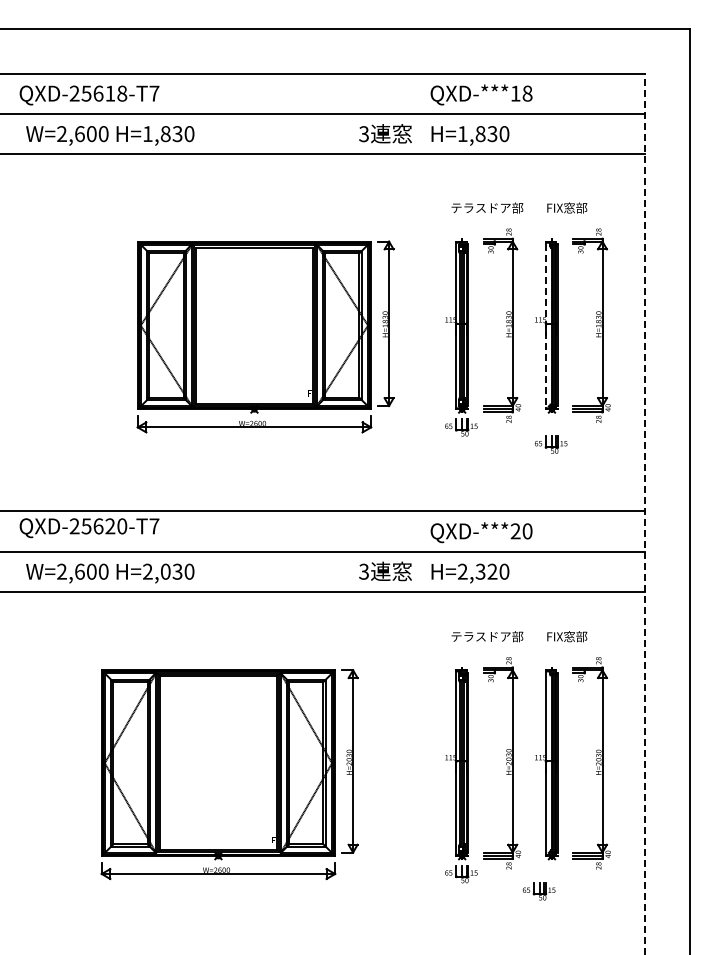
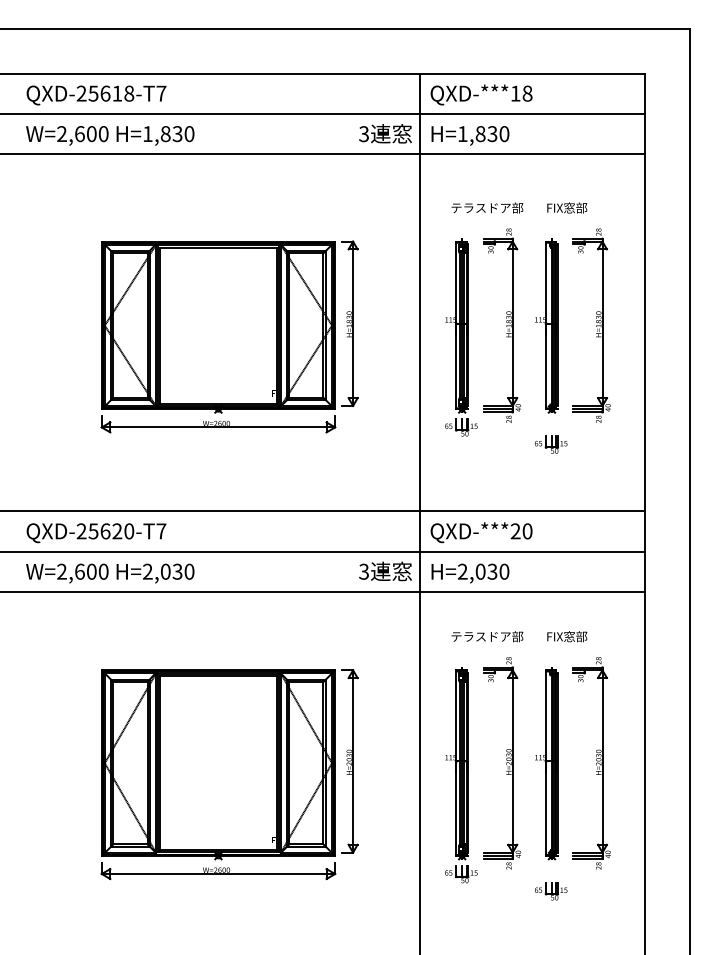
text at (89, 95) position: (89, 95) -> (96, 95)
line at (546, 325): dashed -> solid
part at (265, 336) position: (265, 336) -> (229, 336)
line at (420, 512): none -> present
line at (644, 513): dashed -> solid
text at (89, 528) position: (89, 528) -> (96, 533)
text at (486, 571): H=2,320 -> H=2,030
part at (539, 891) position: (539, 891) -> (551, 891)
